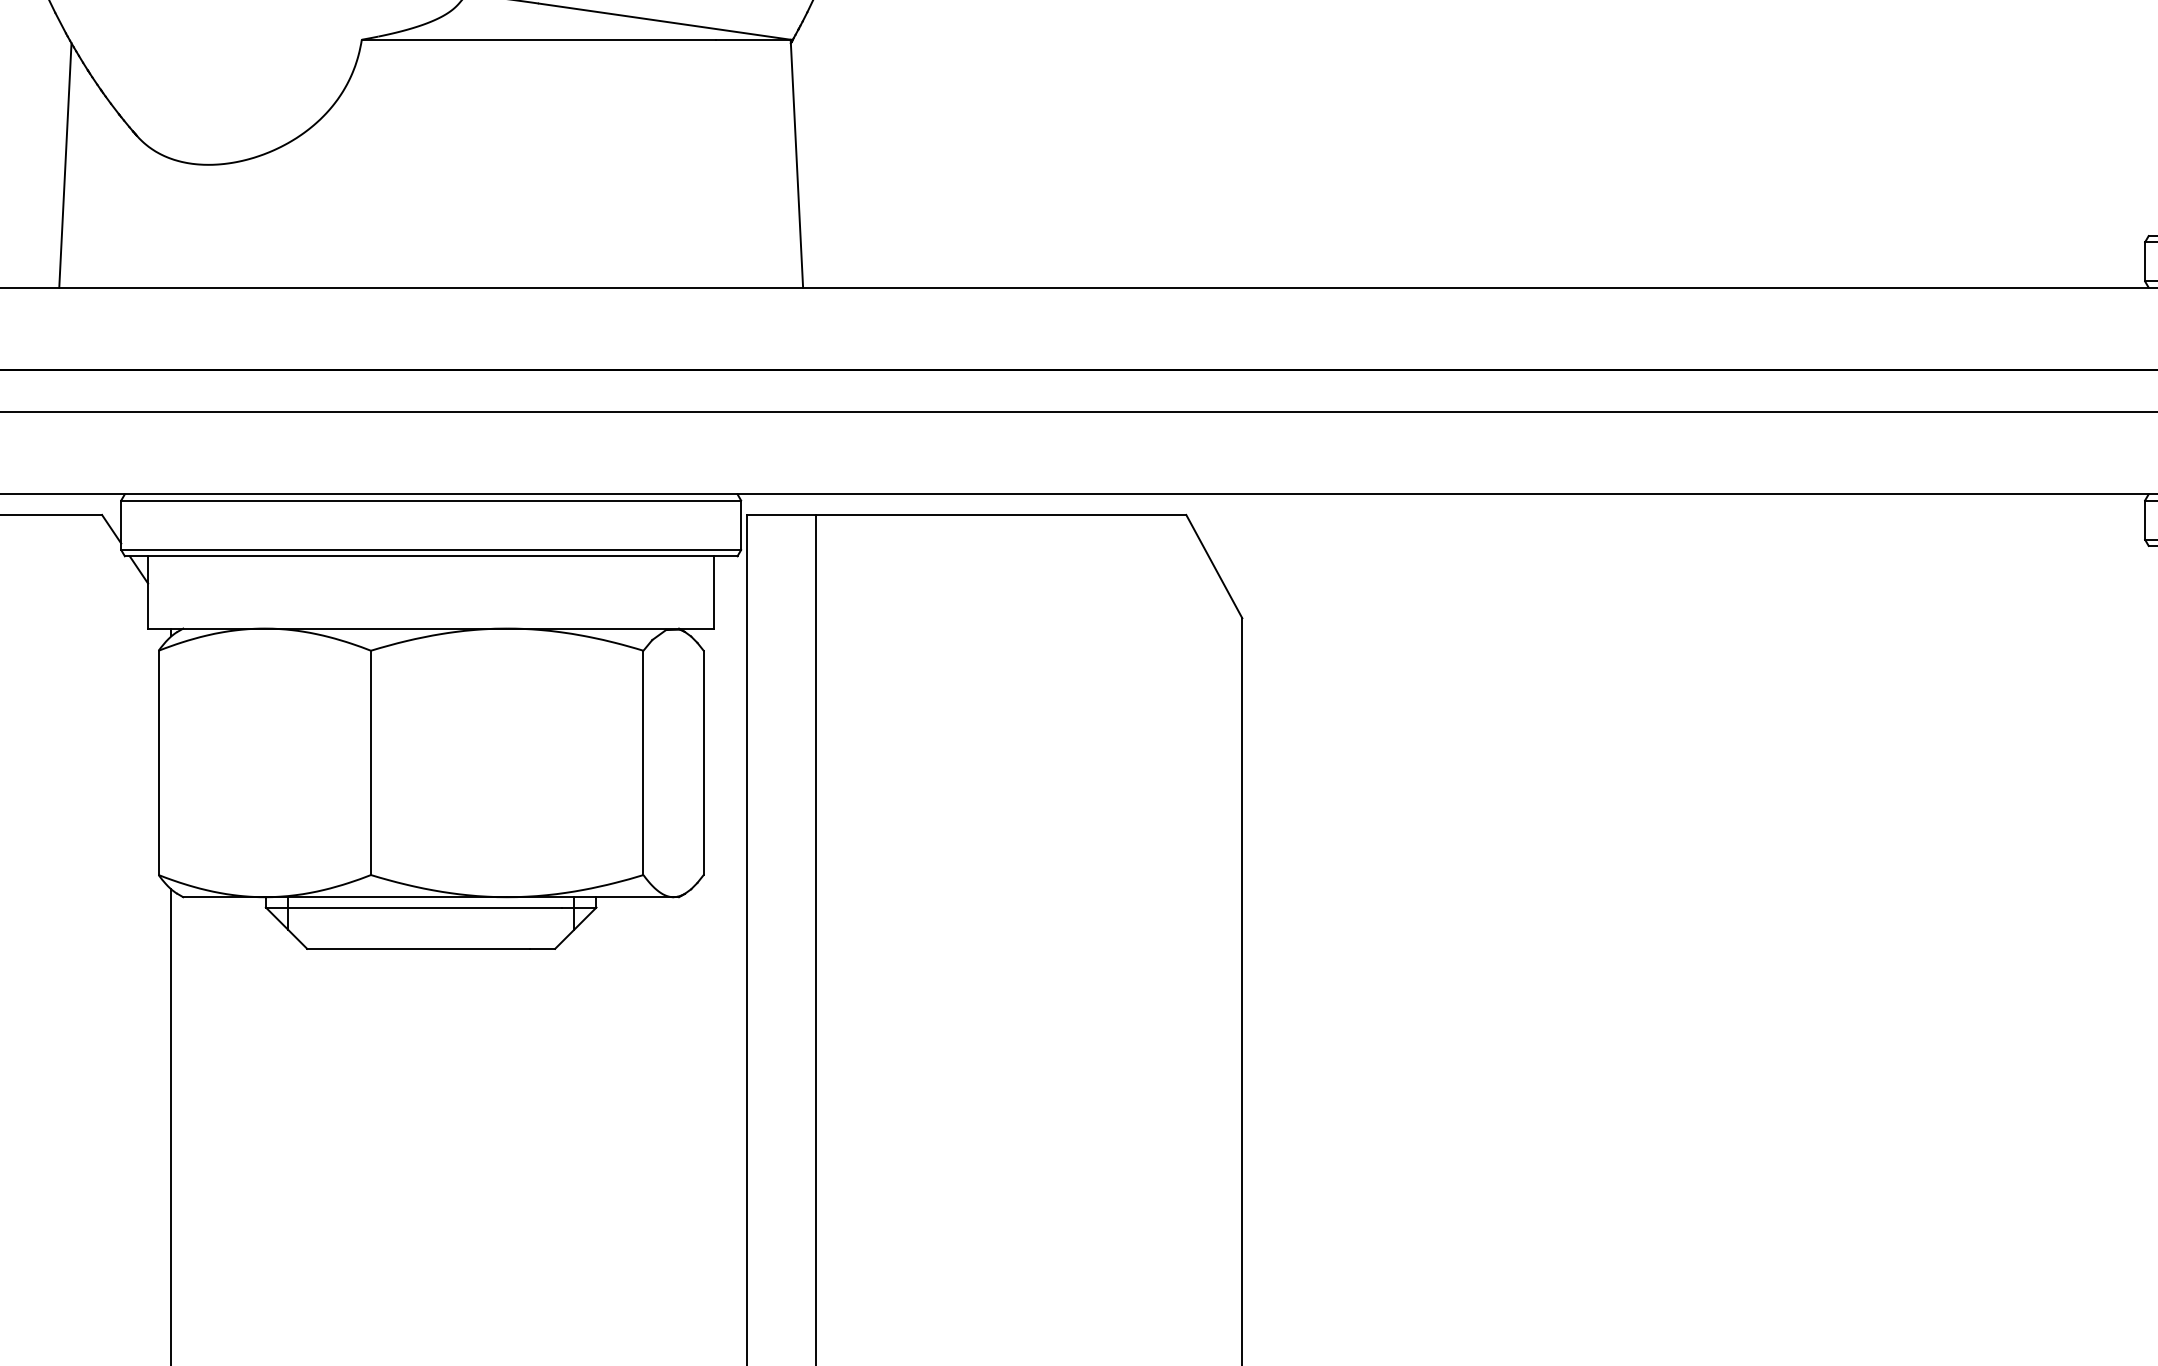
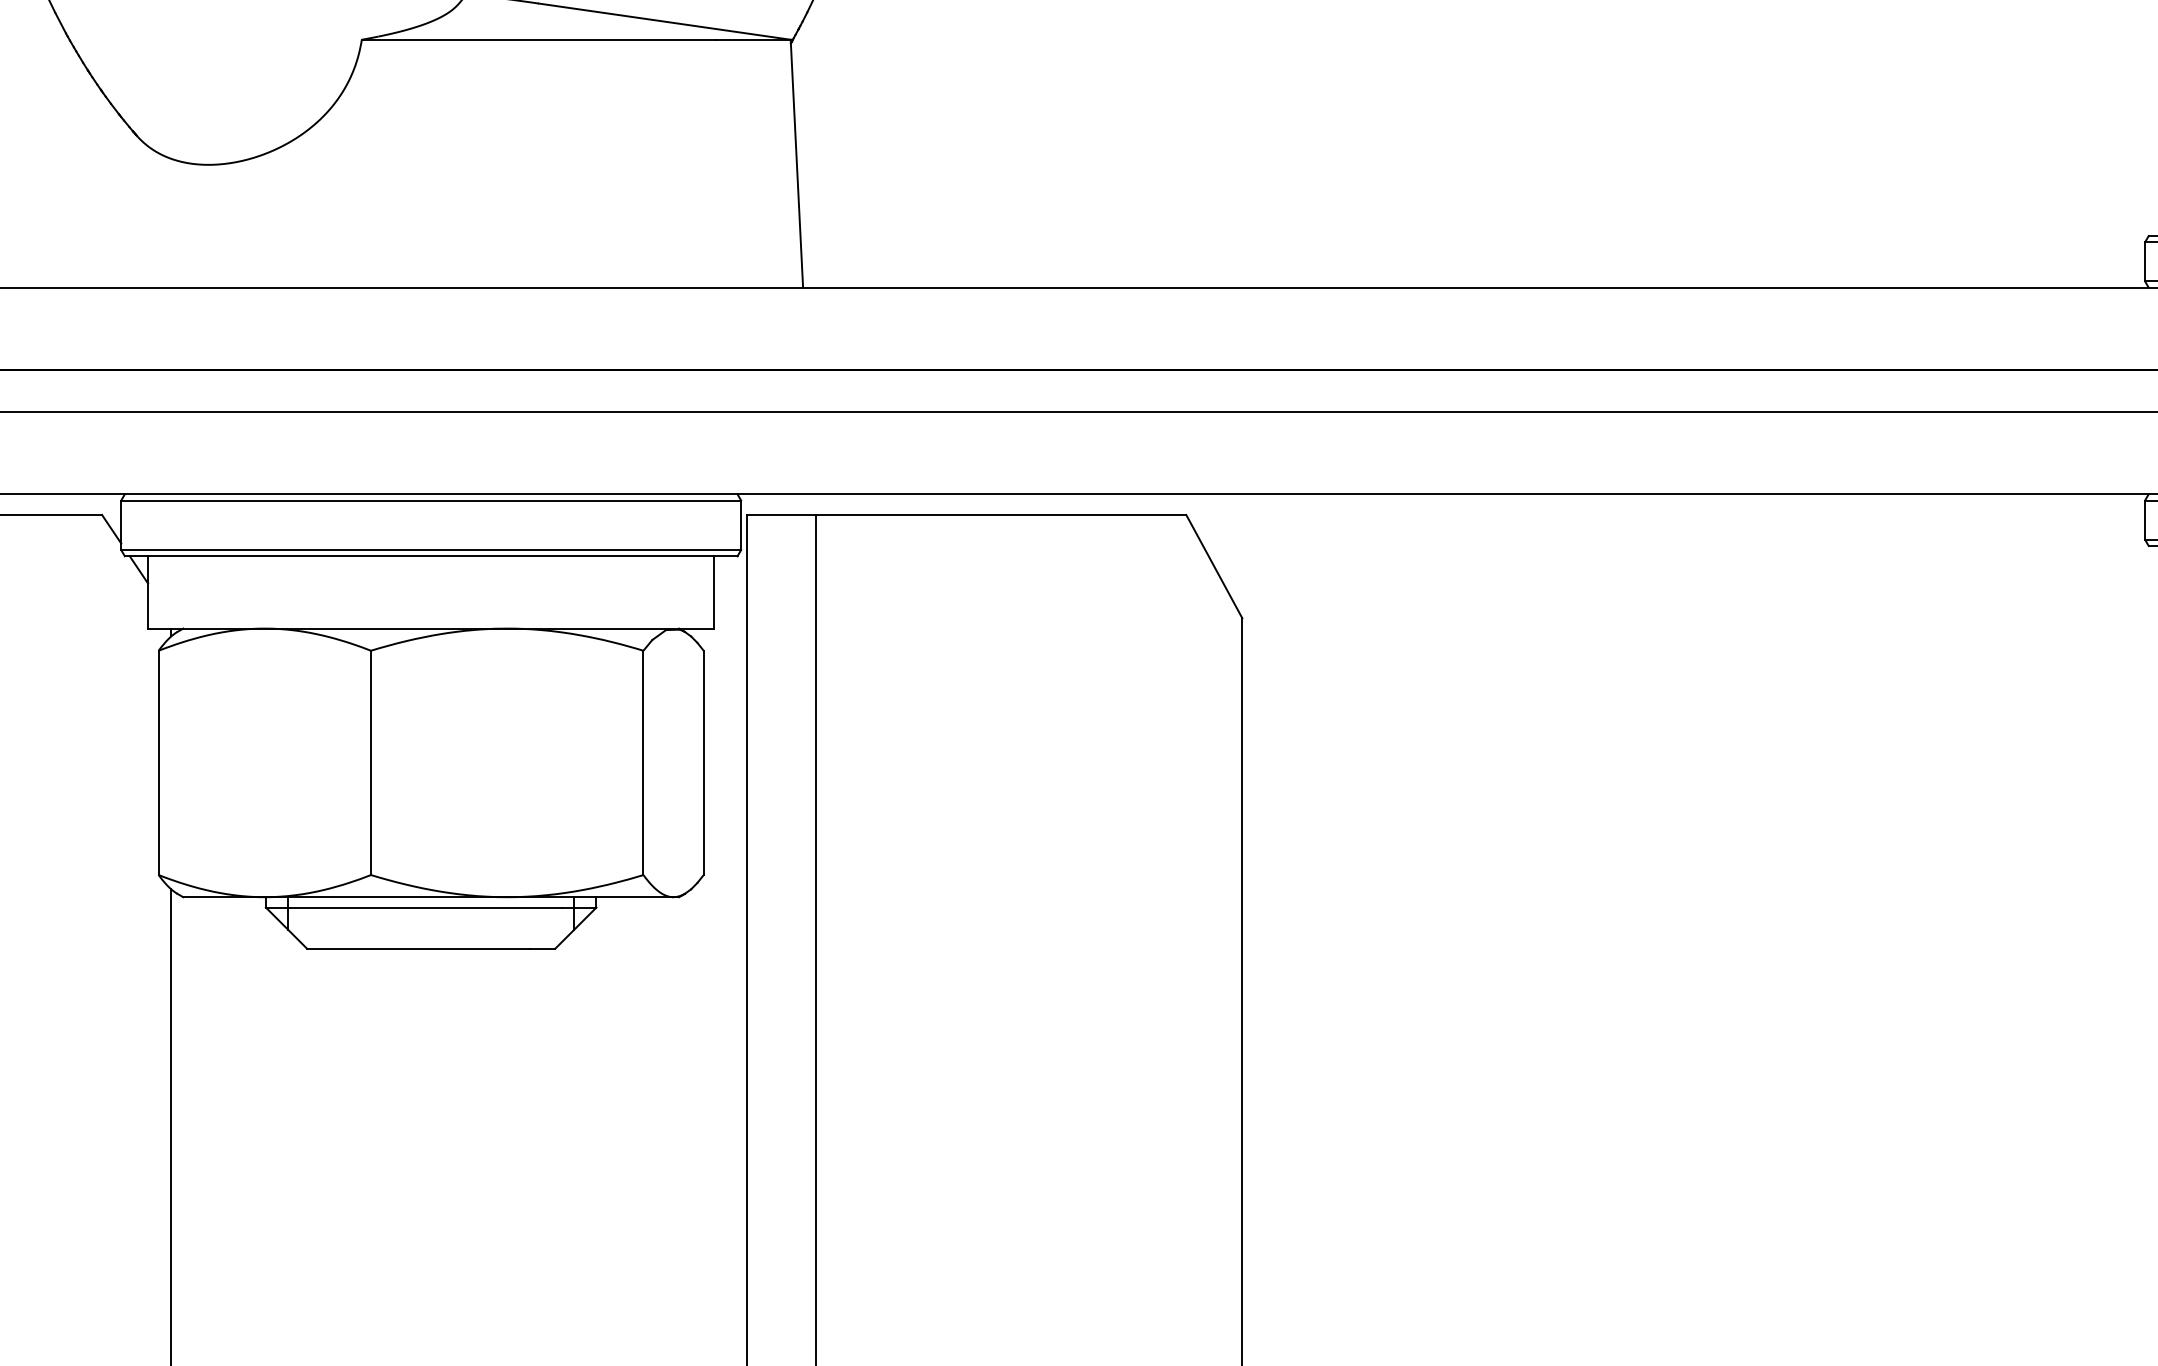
line at (65, 165): present -> none
